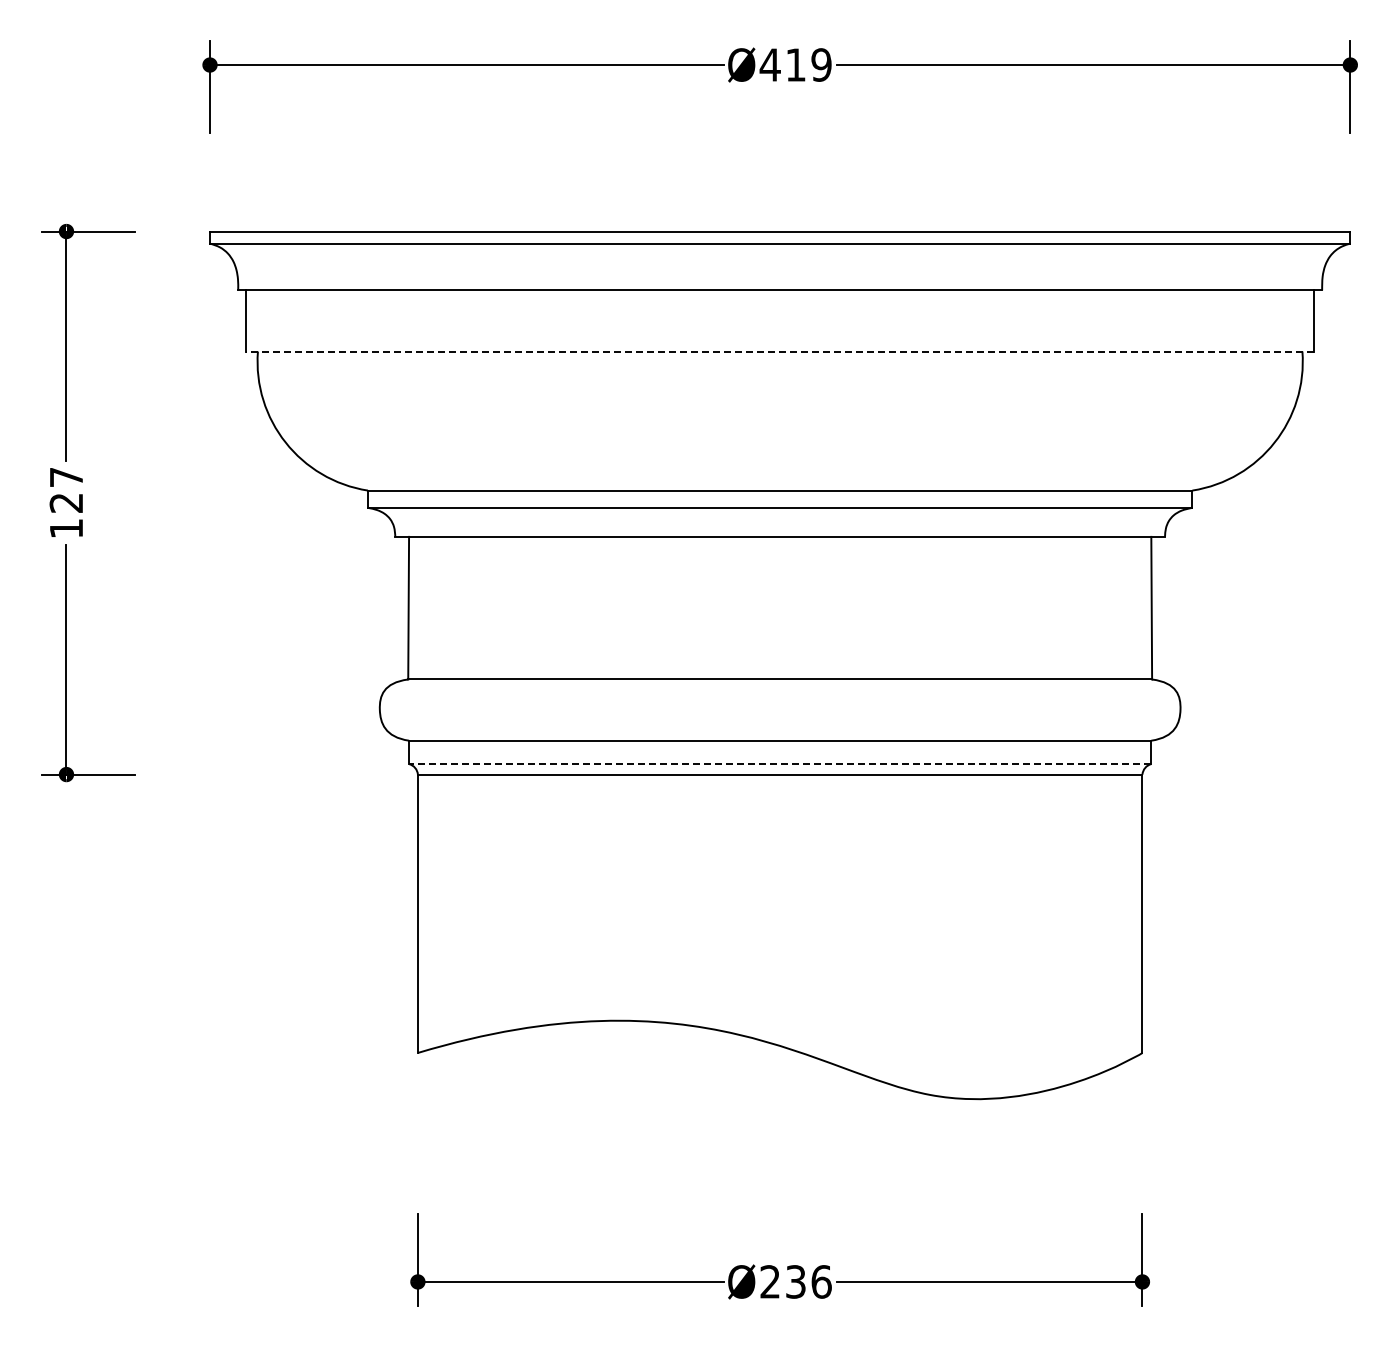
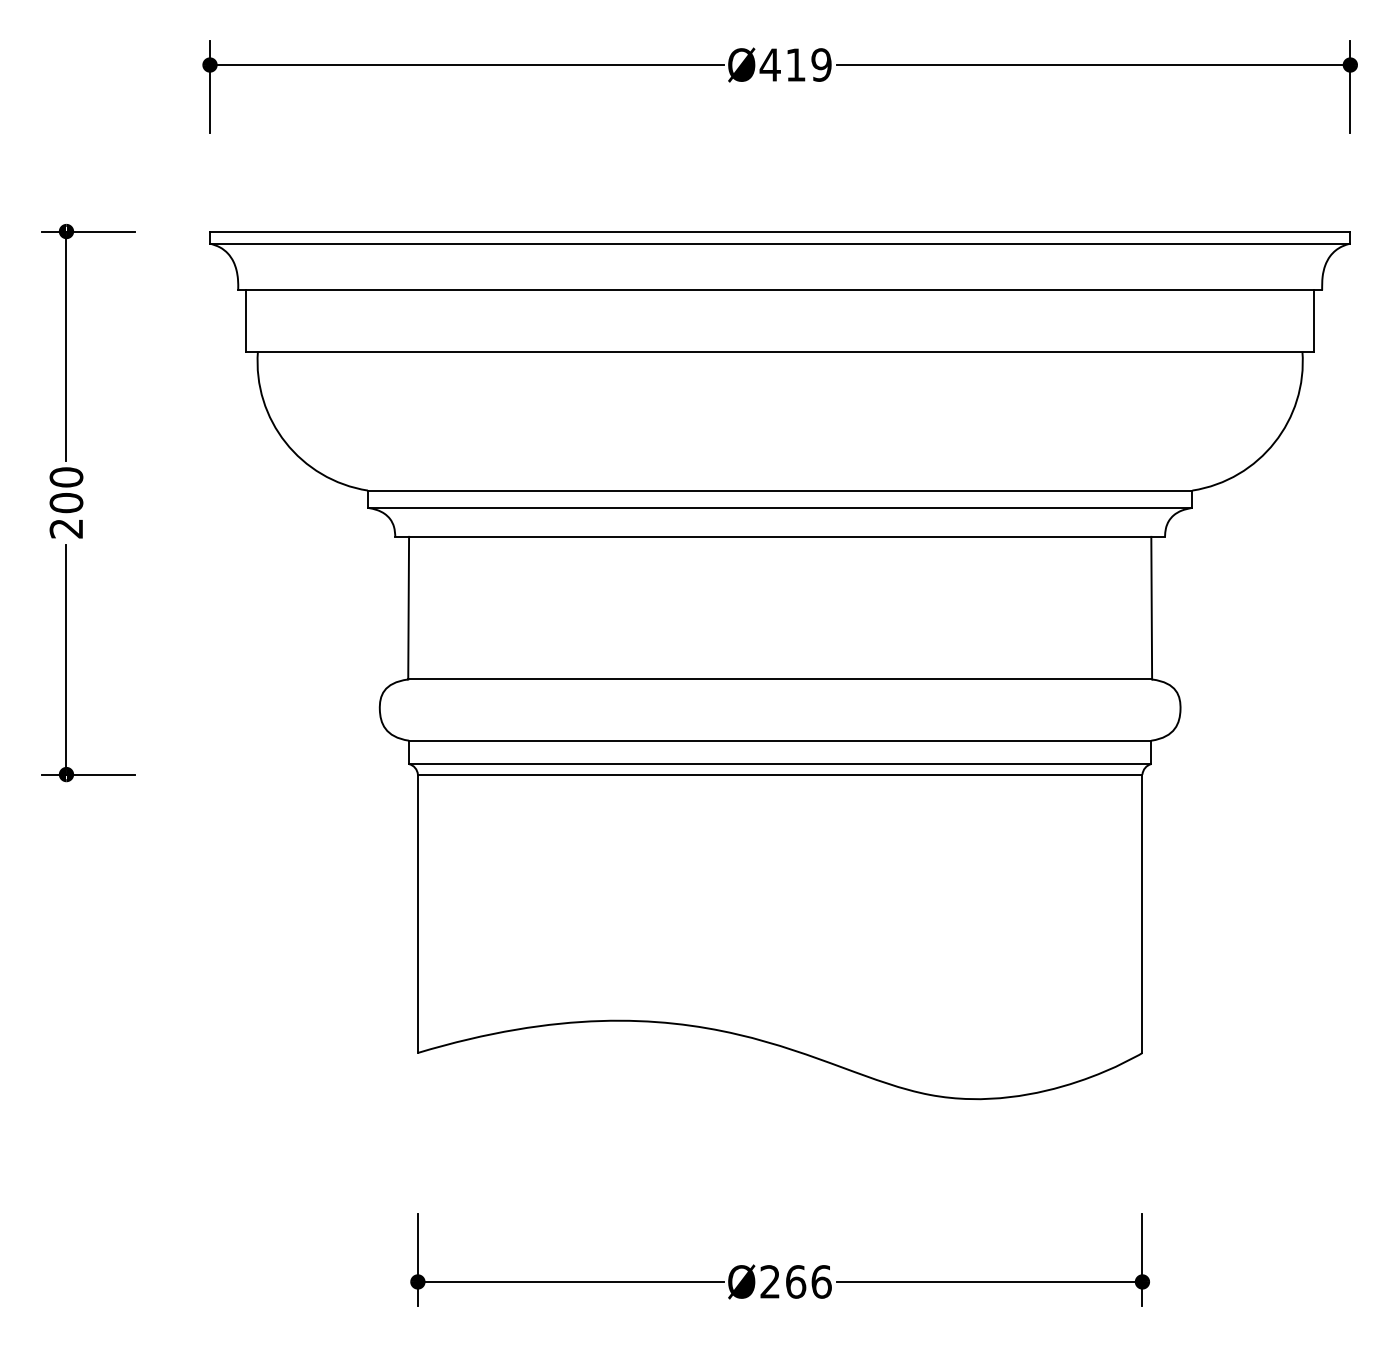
line at (780, 351): dashed -> solid
text at (66, 502): 127 -> 200
line at (779, 764): dashed -> solid
text at (796, 1281): Ø236 -> Ø266
